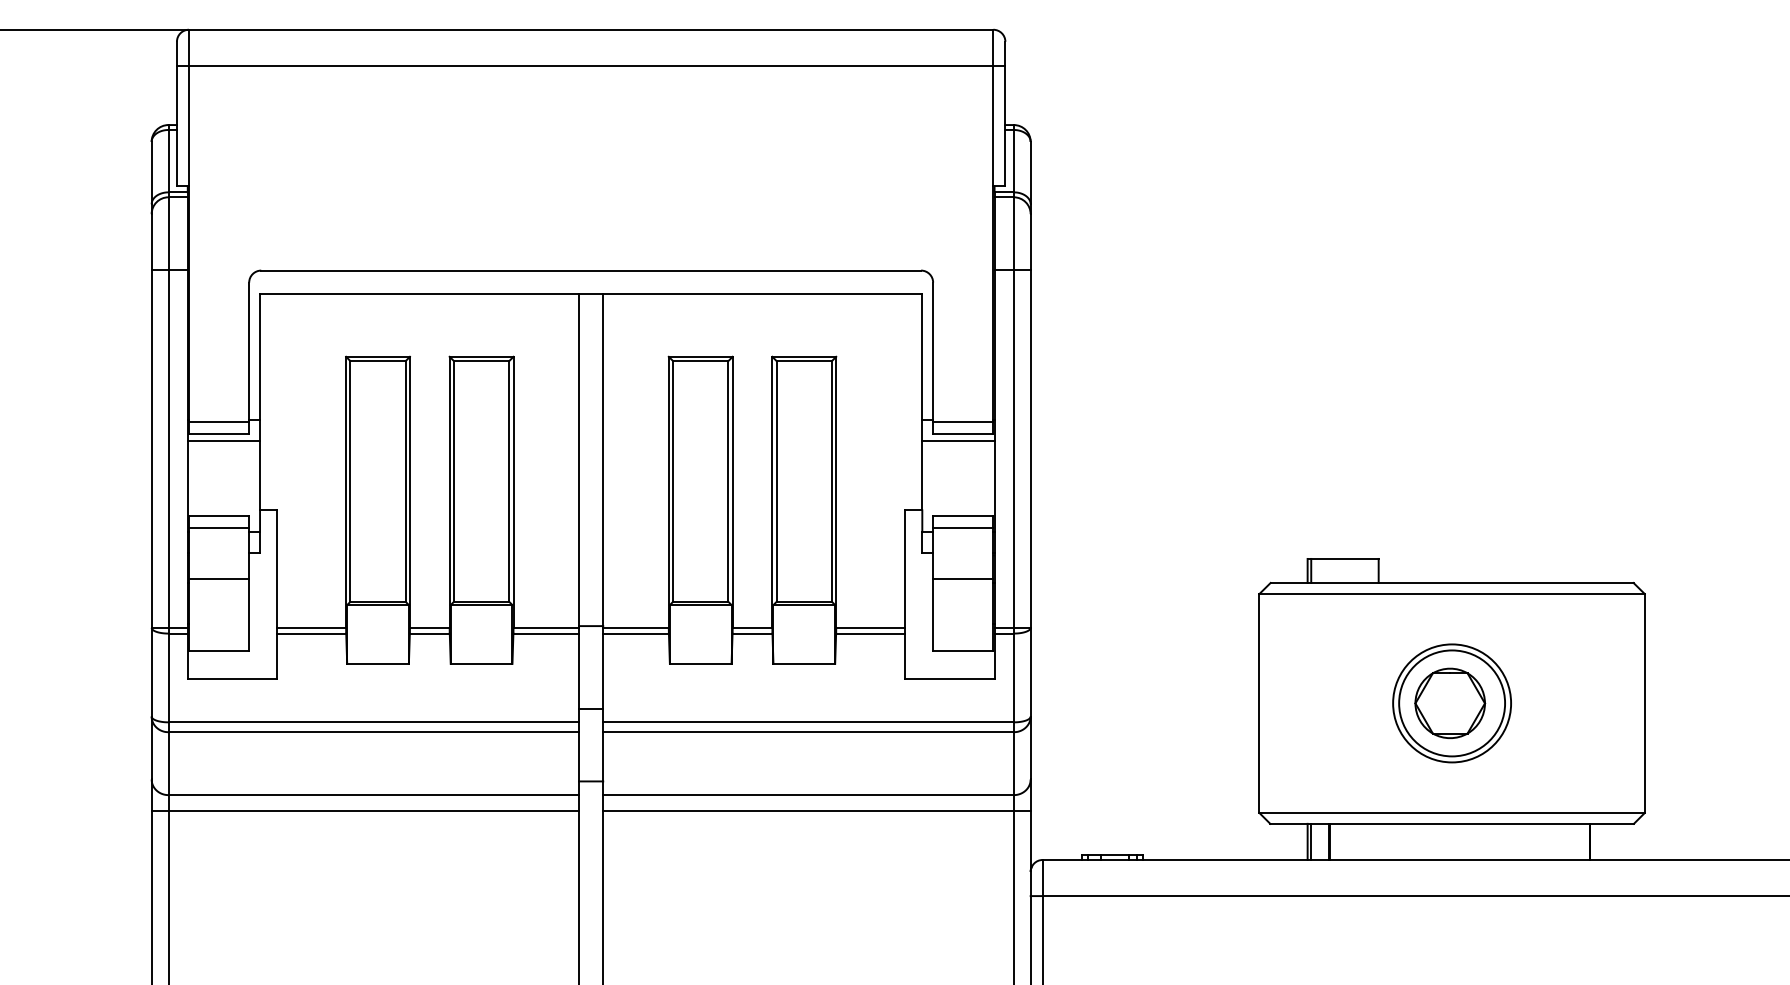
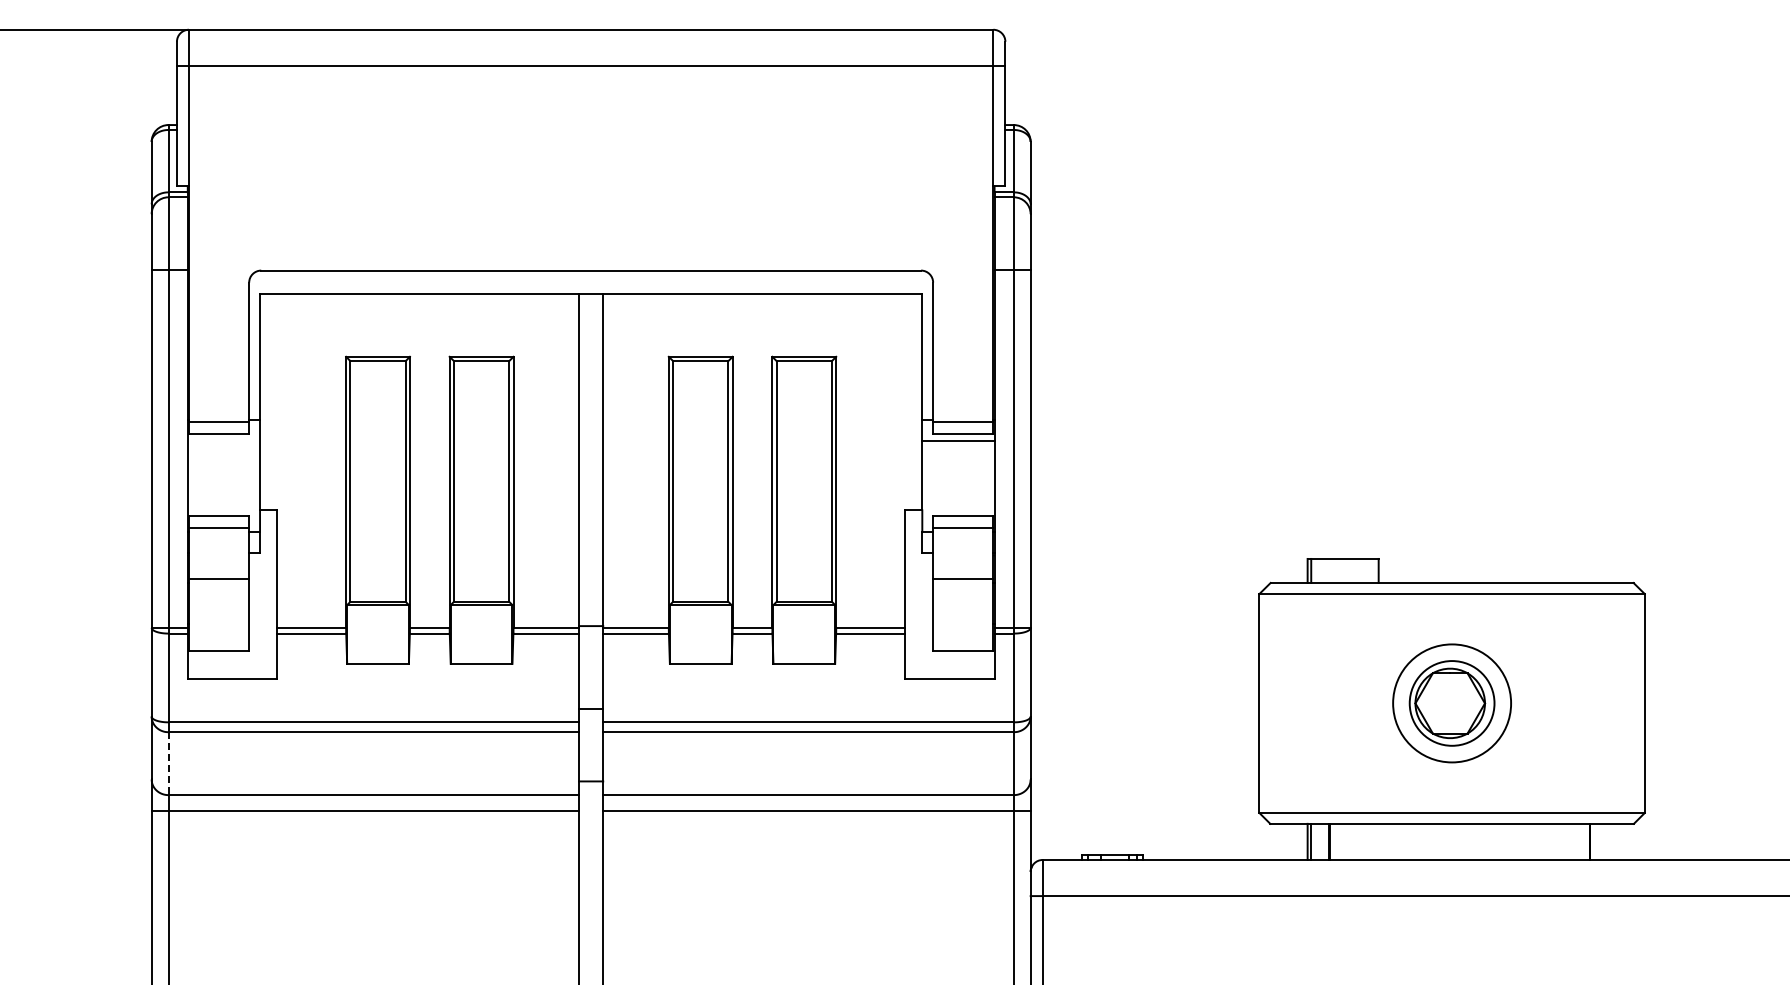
line at (223, 440): present -> none
circle at (1452, 703) diameter: 106 px -> 85 px
line at (168, 764): solid -> dashed
